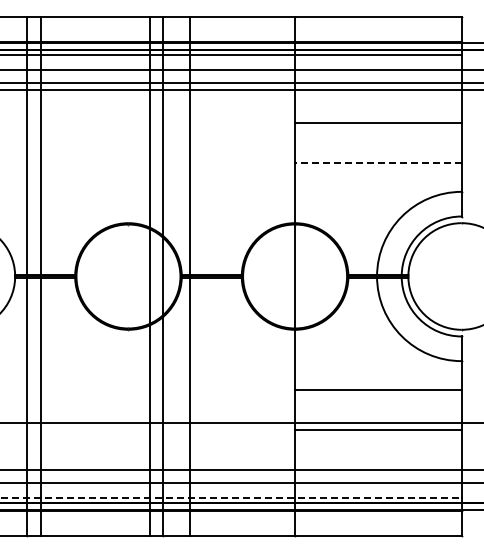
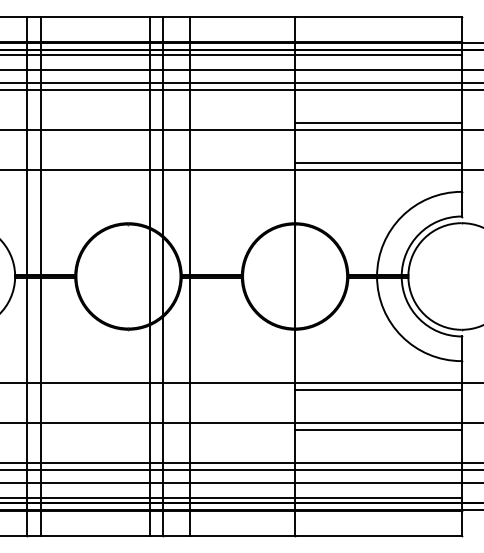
line at (241, 129): none -> present
line at (377, 163): dashed -> solid
line at (241, 169): none -> present
line at (241, 383): none -> present
line at (241, 463): none -> present
line at (231, 498): dashed -> solid
